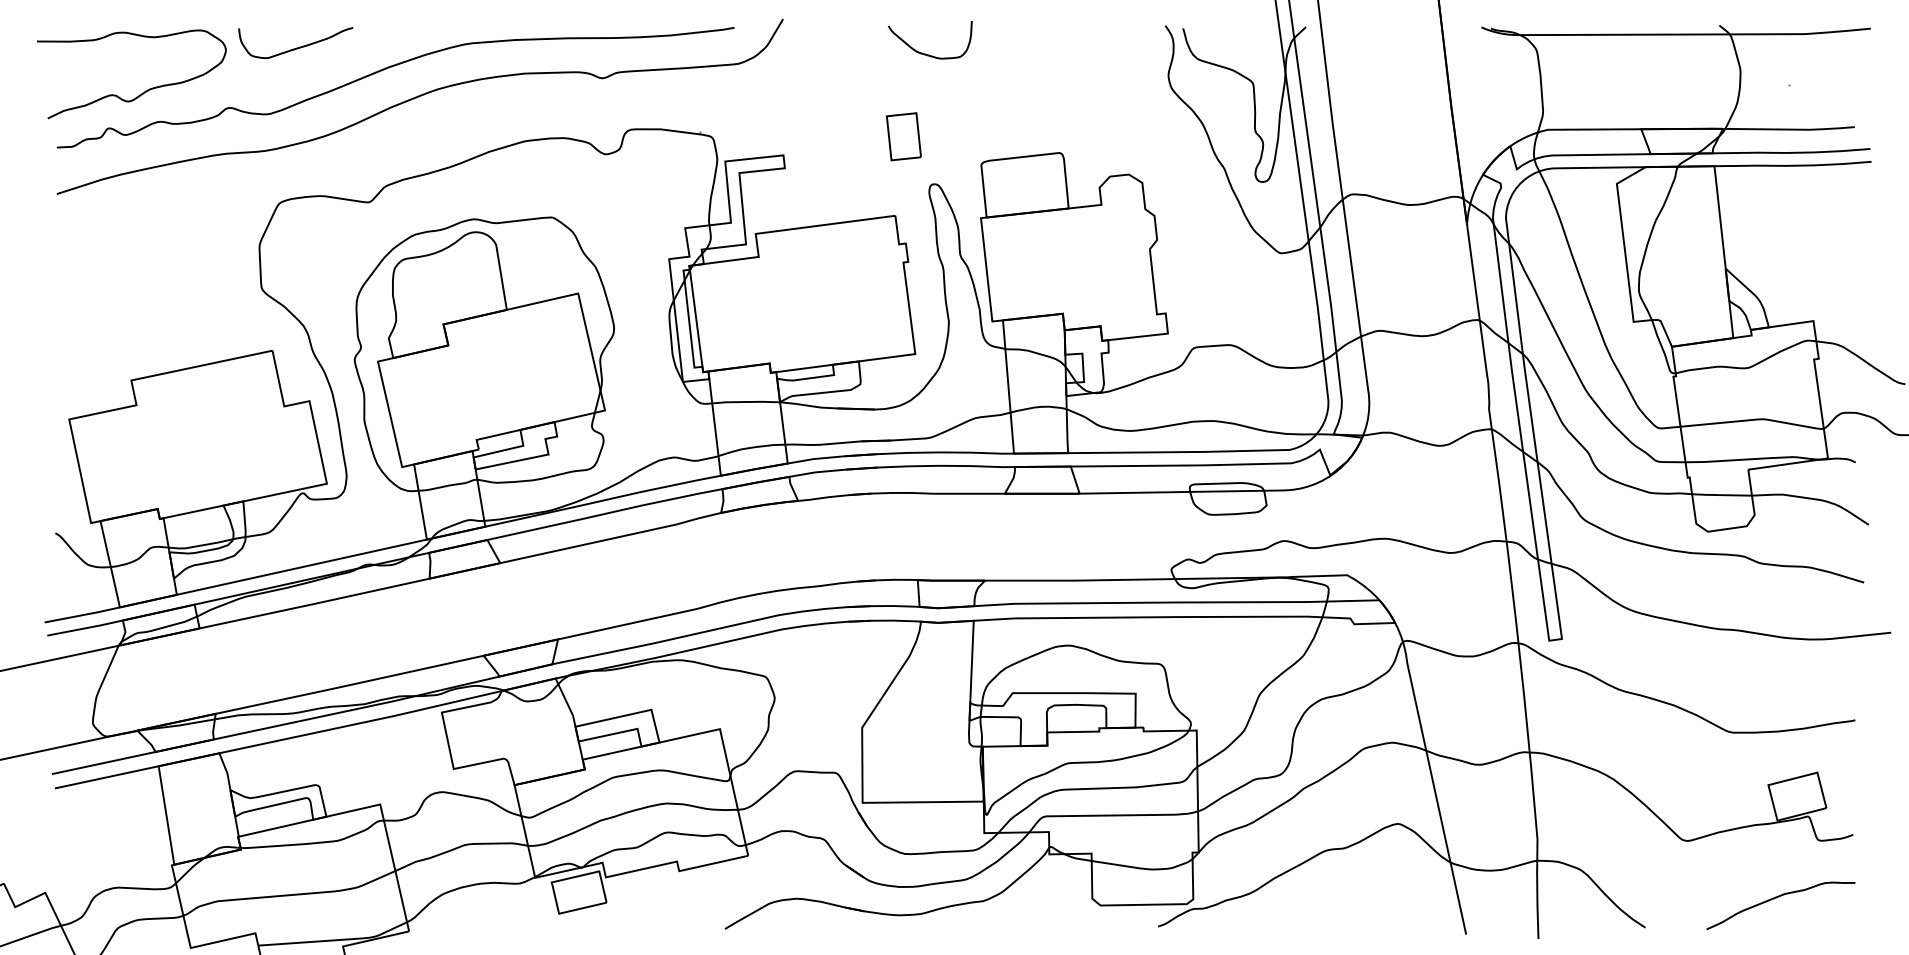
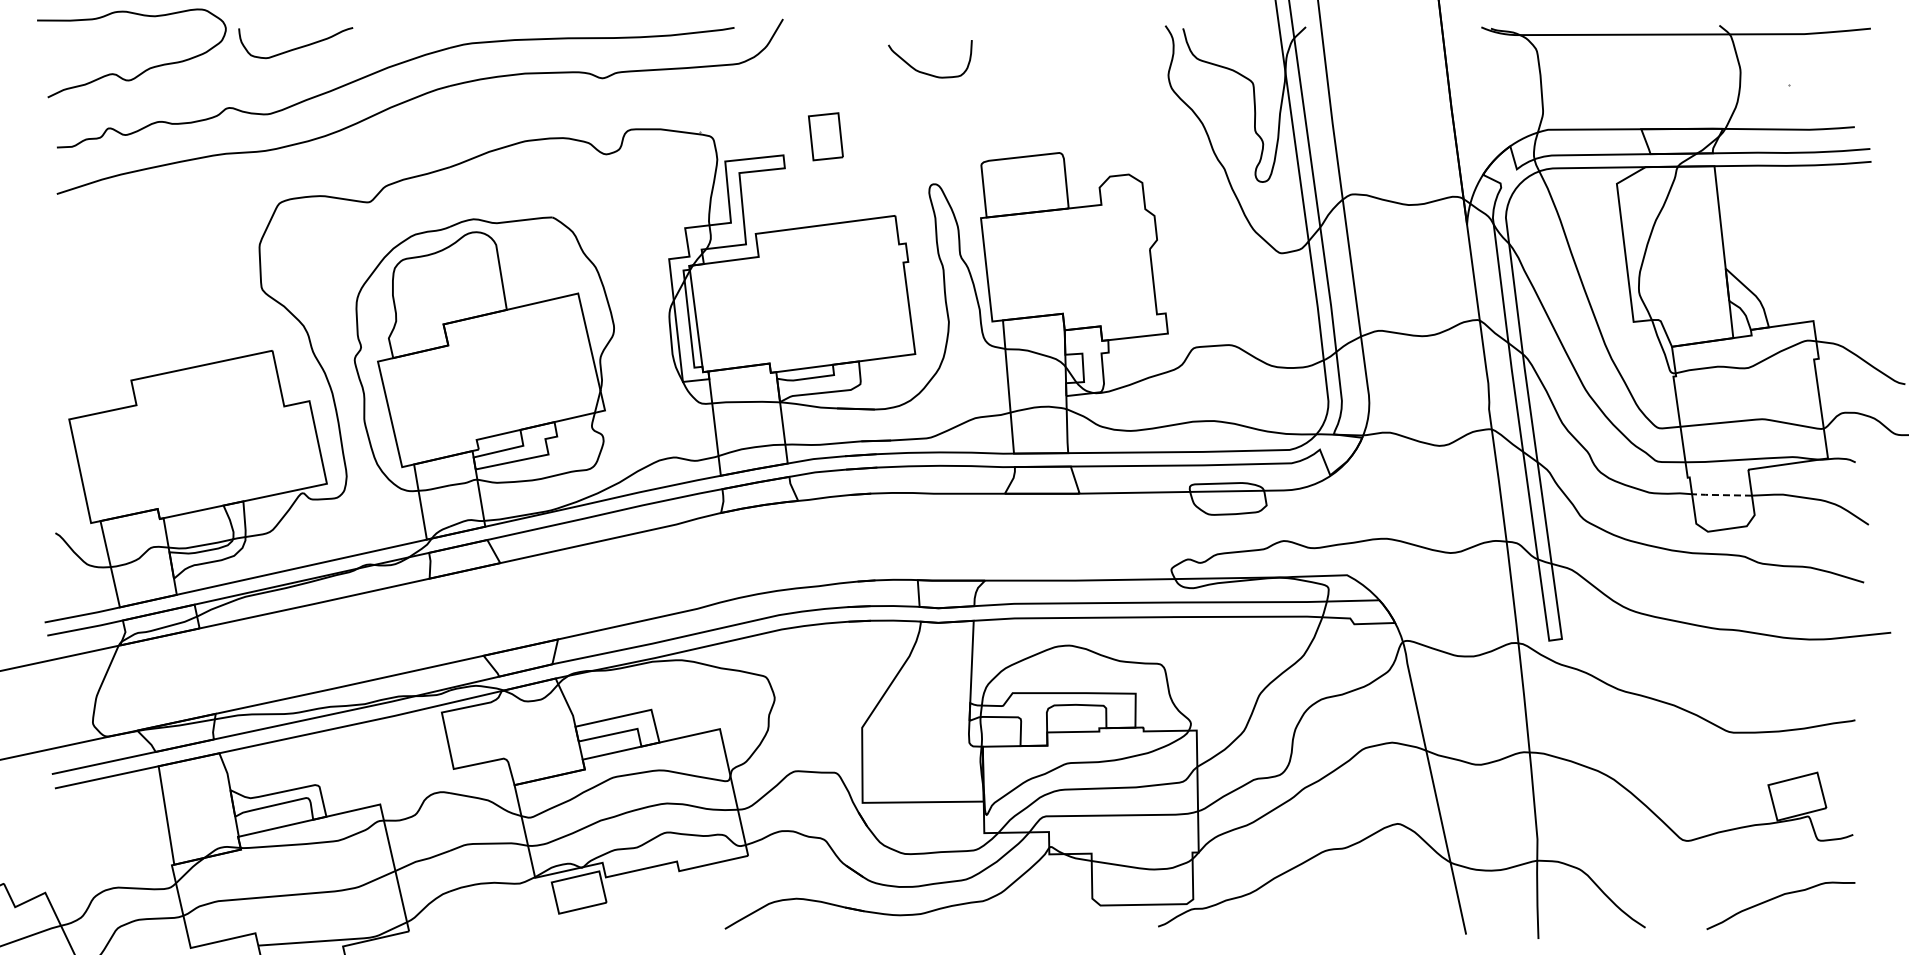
curve at (925, 53) position: (925, 53) -> (925, 72)
curve at (142, 92) position: (142, 92) -> (142, 71)
part at (903, 136) position: (903, 136) -> (825, 136)
line at (1721, 495): solid -> dashed
